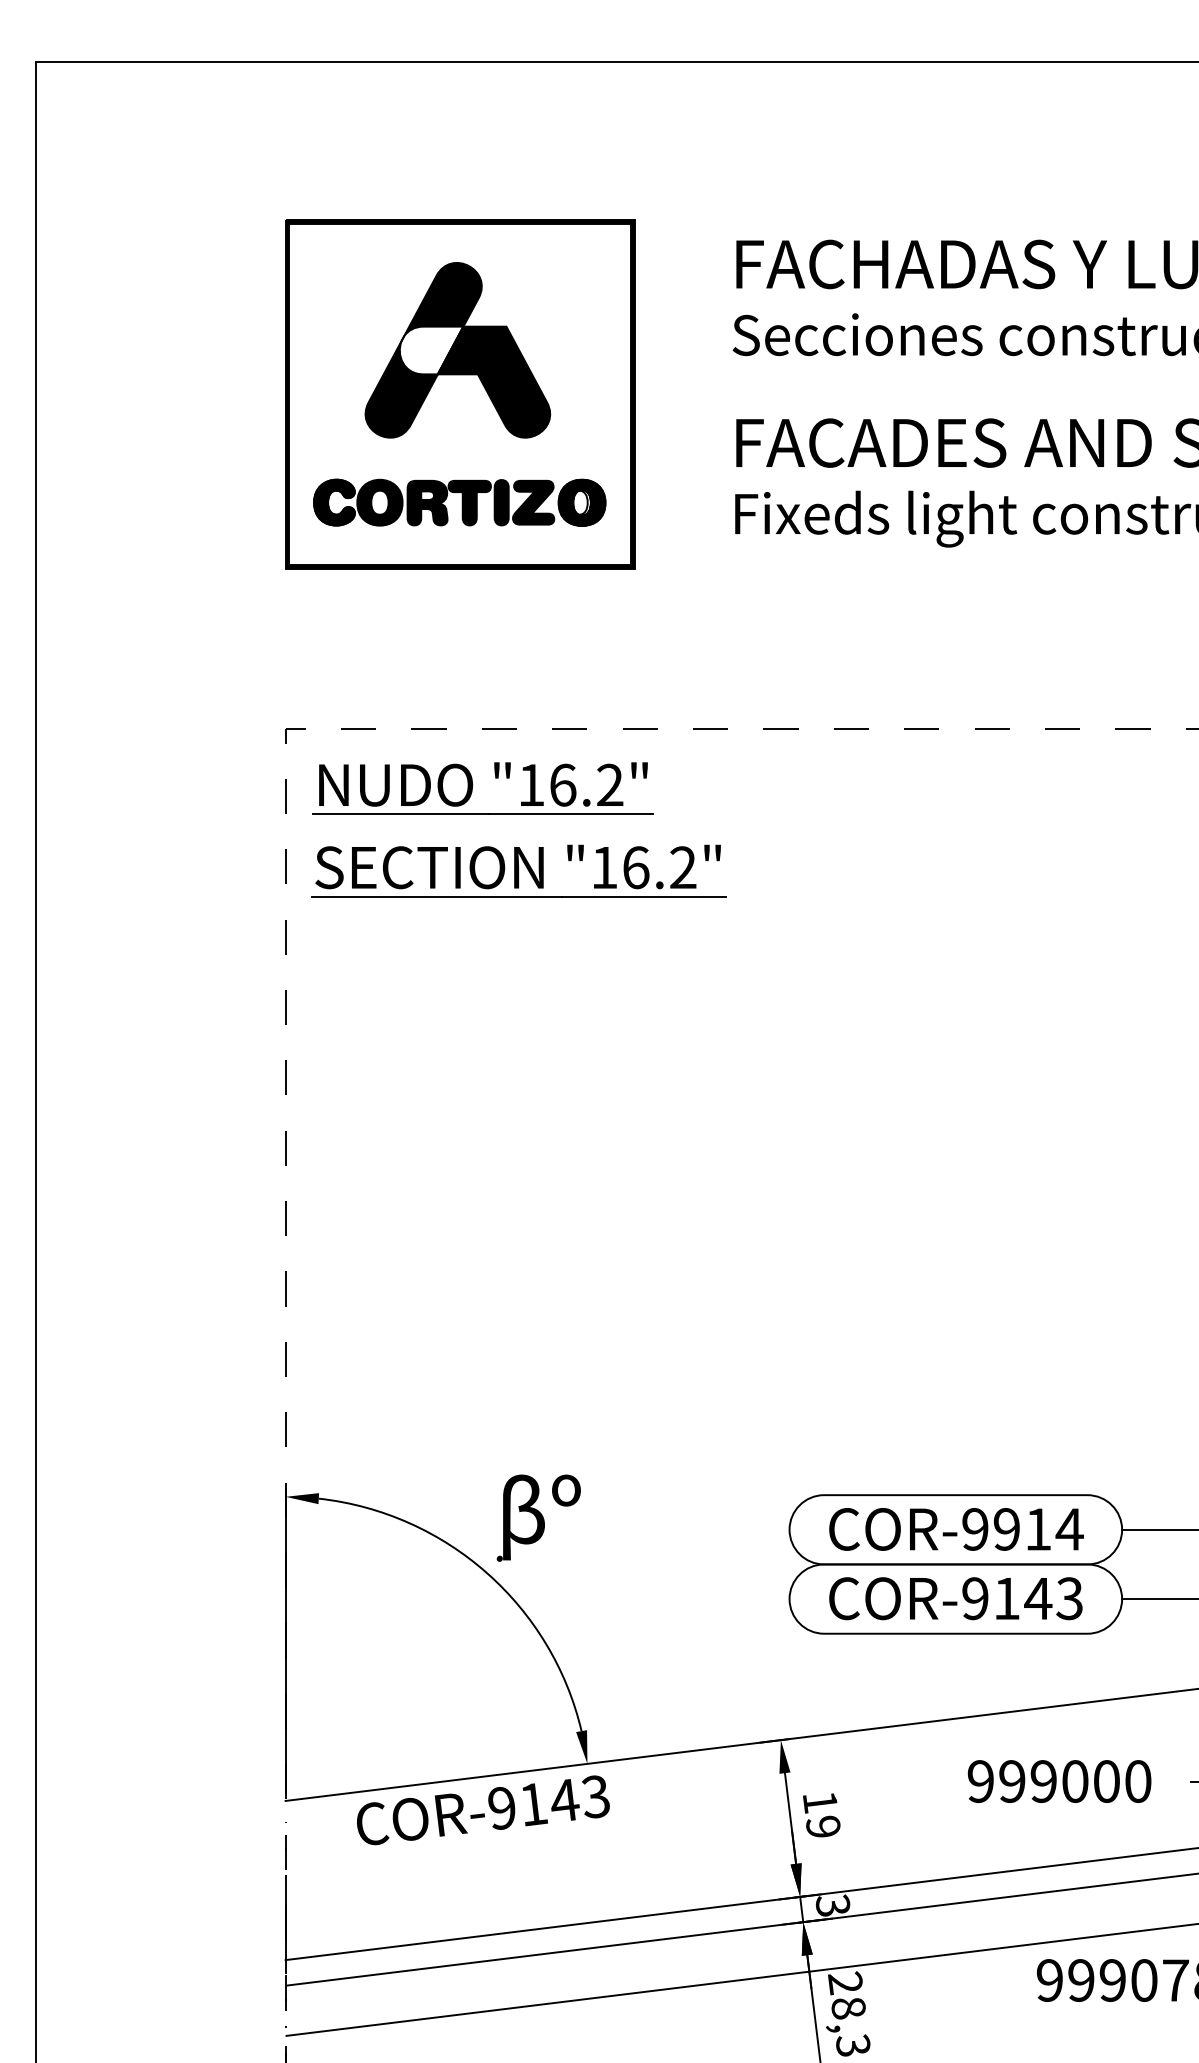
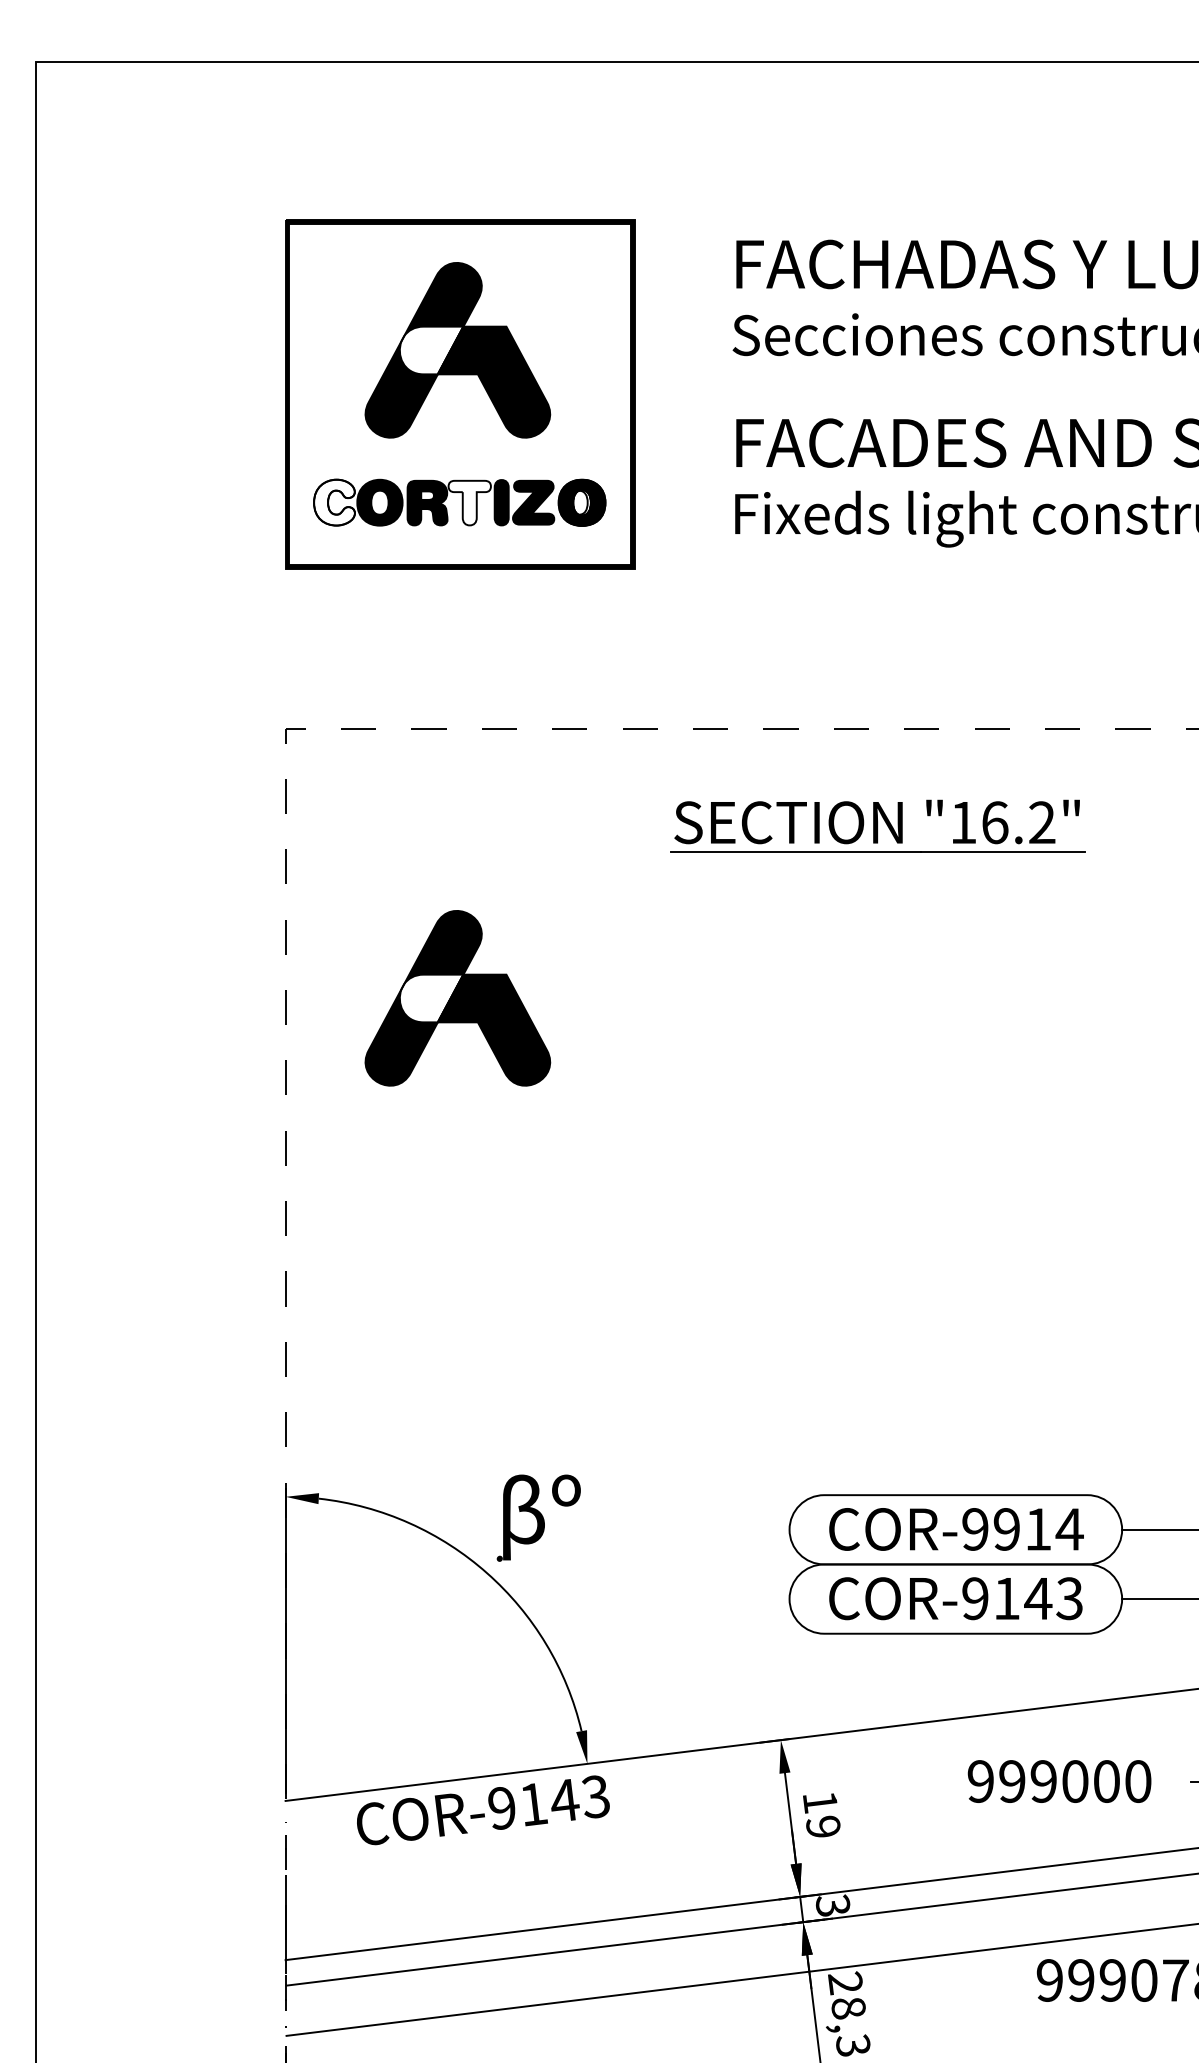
fill at (334, 502): present -> none
fill at (469, 502): present -> none
part at (472, 788): present -> none
part at (518, 870) position: (518, 870) -> (877, 825)
part at (457, 998): none -> present
